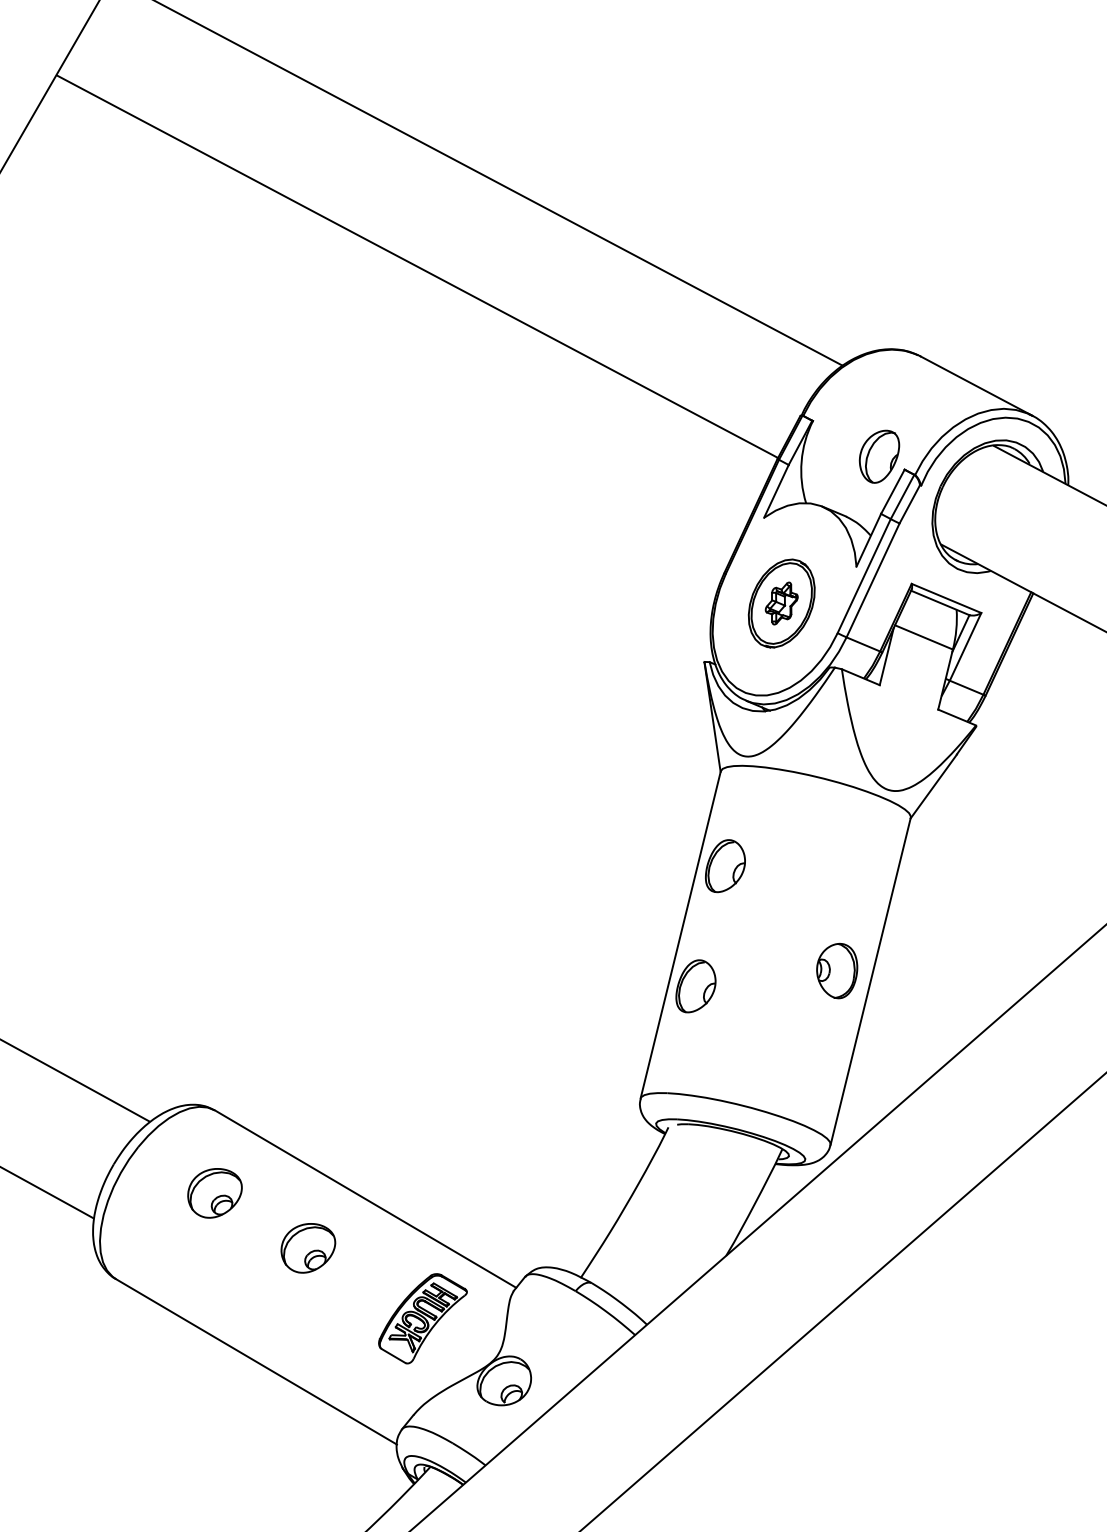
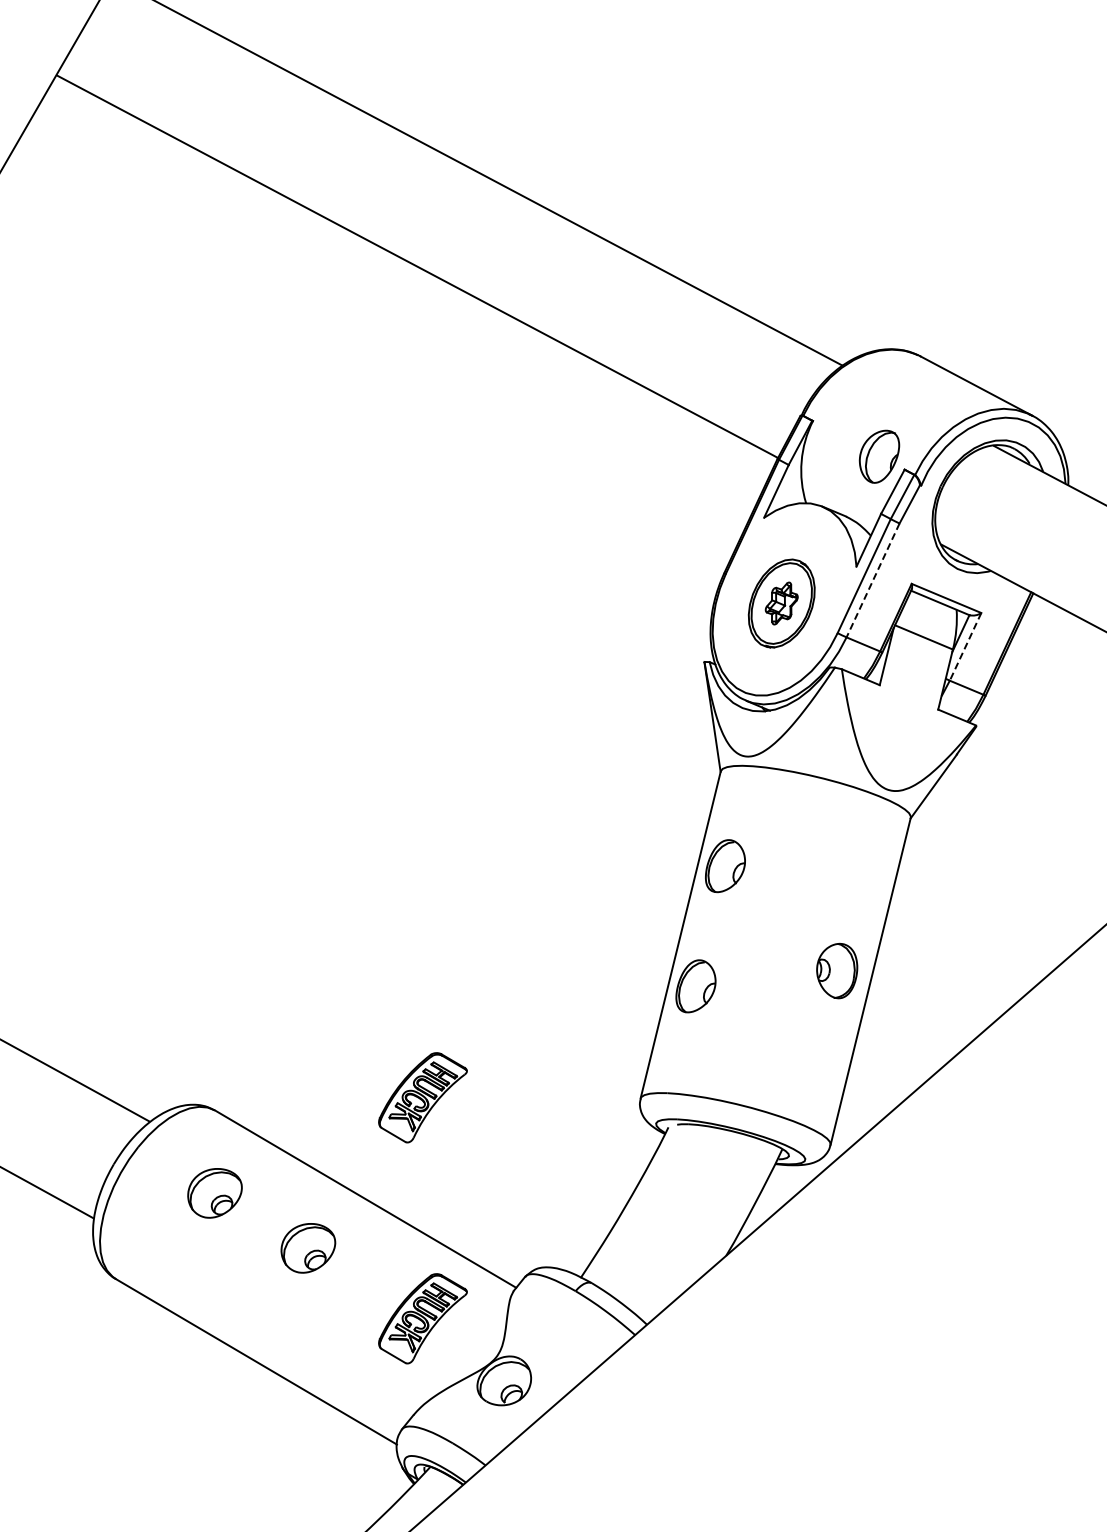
line at (873, 580): solid -> dashed
line at (965, 647): solid -> dashed
part at (422, 1097): none -> present
line at (843, 1301): present -> none
